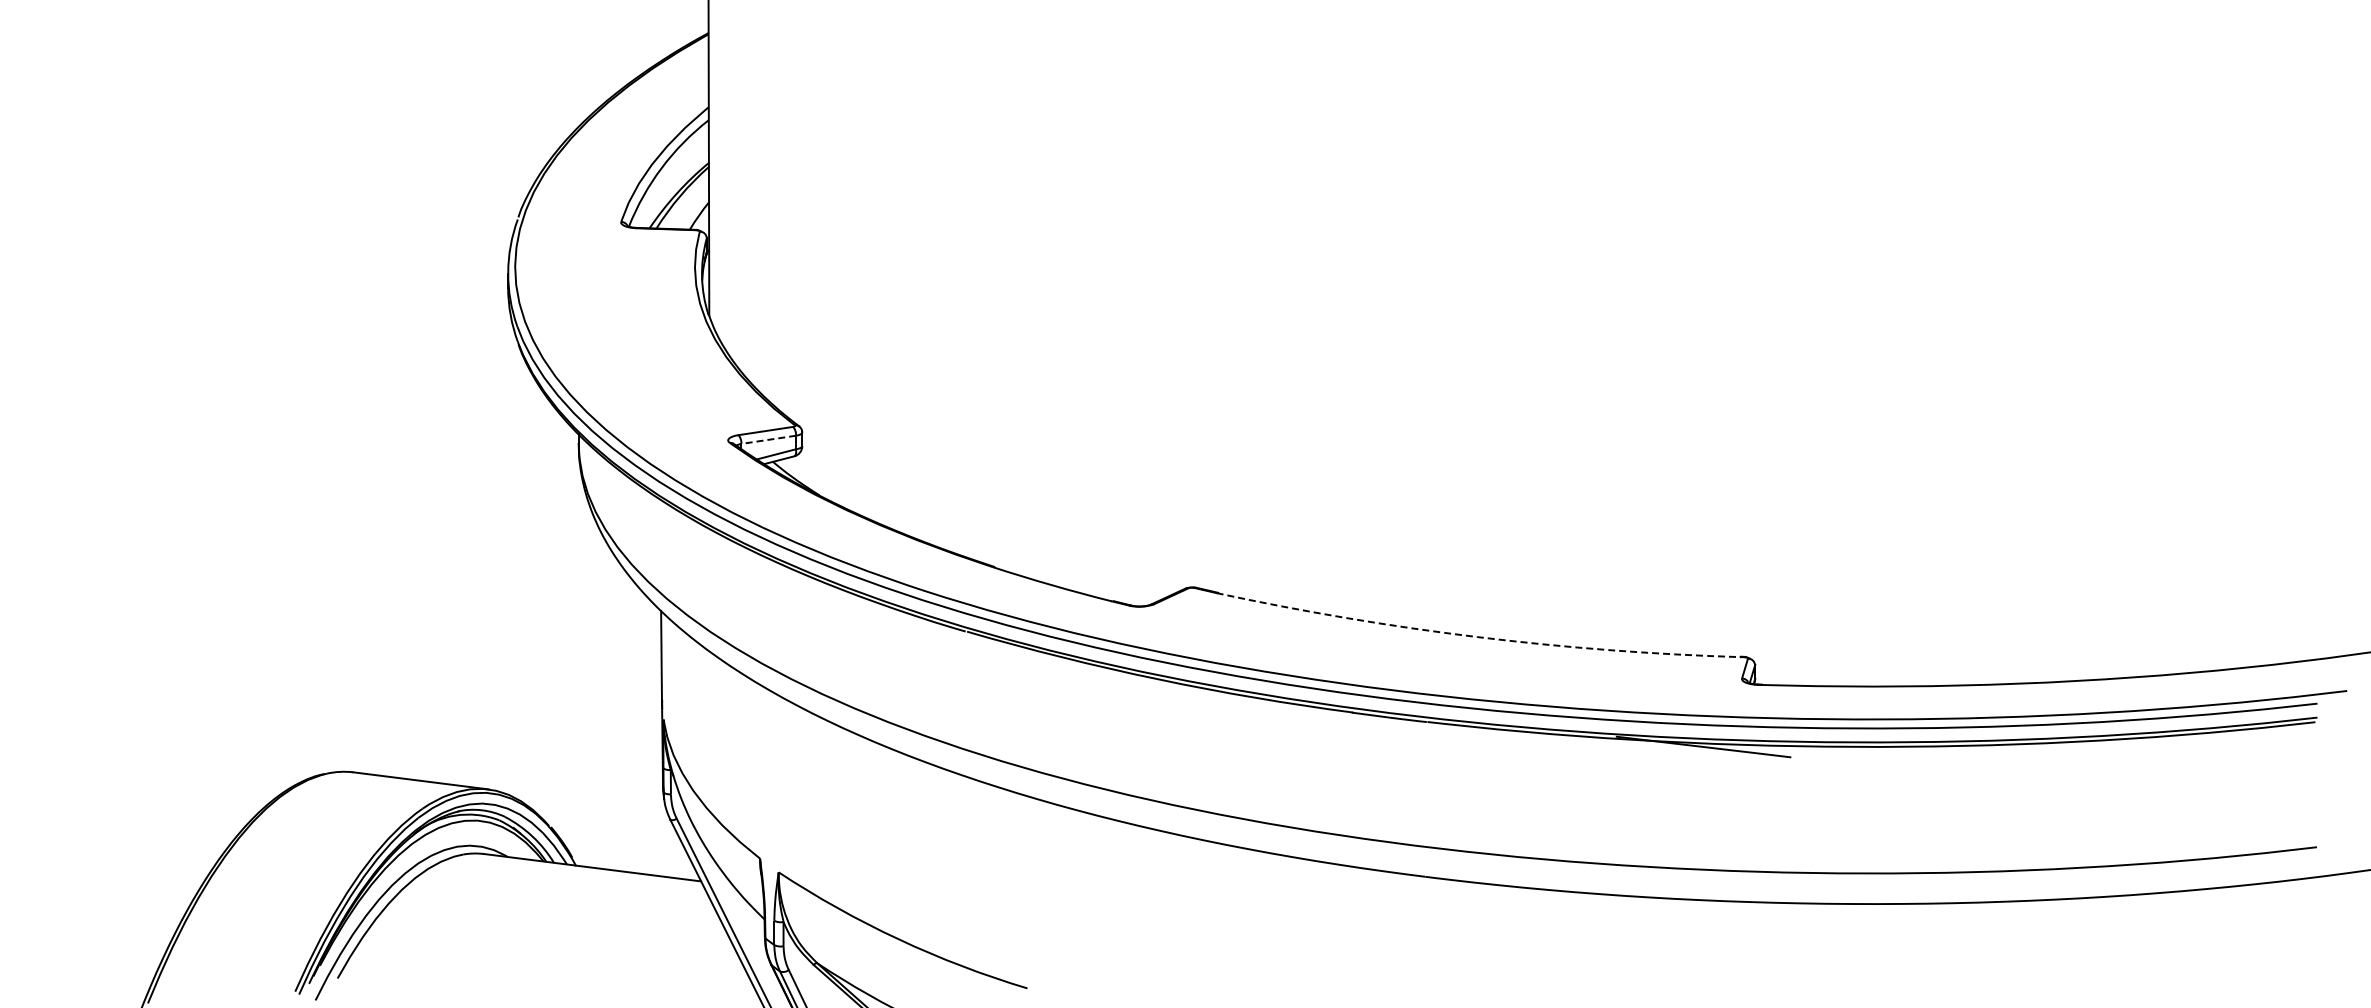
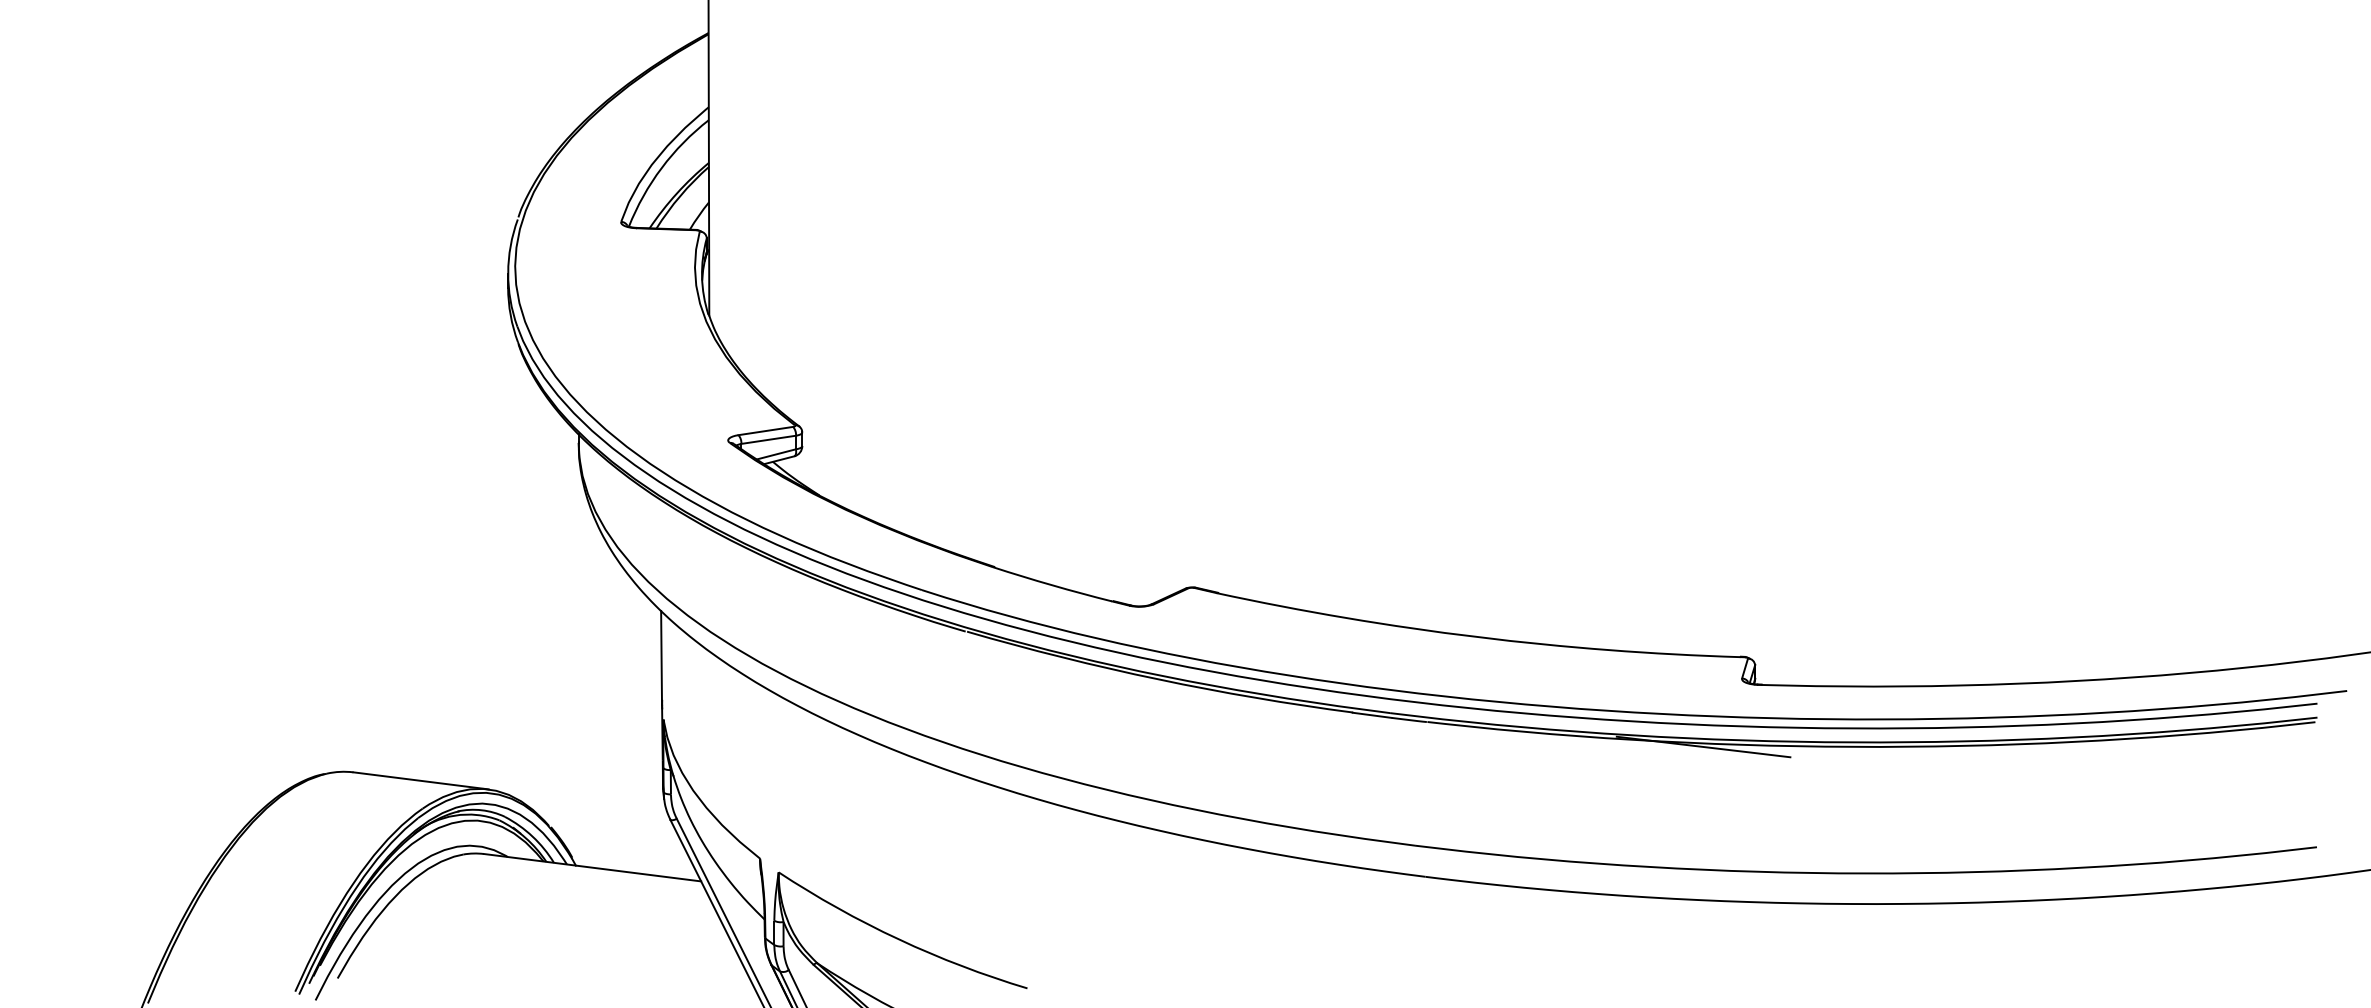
line at (768, 439): dashed -> solid
arc at (1477, 637): dashed -> solid
